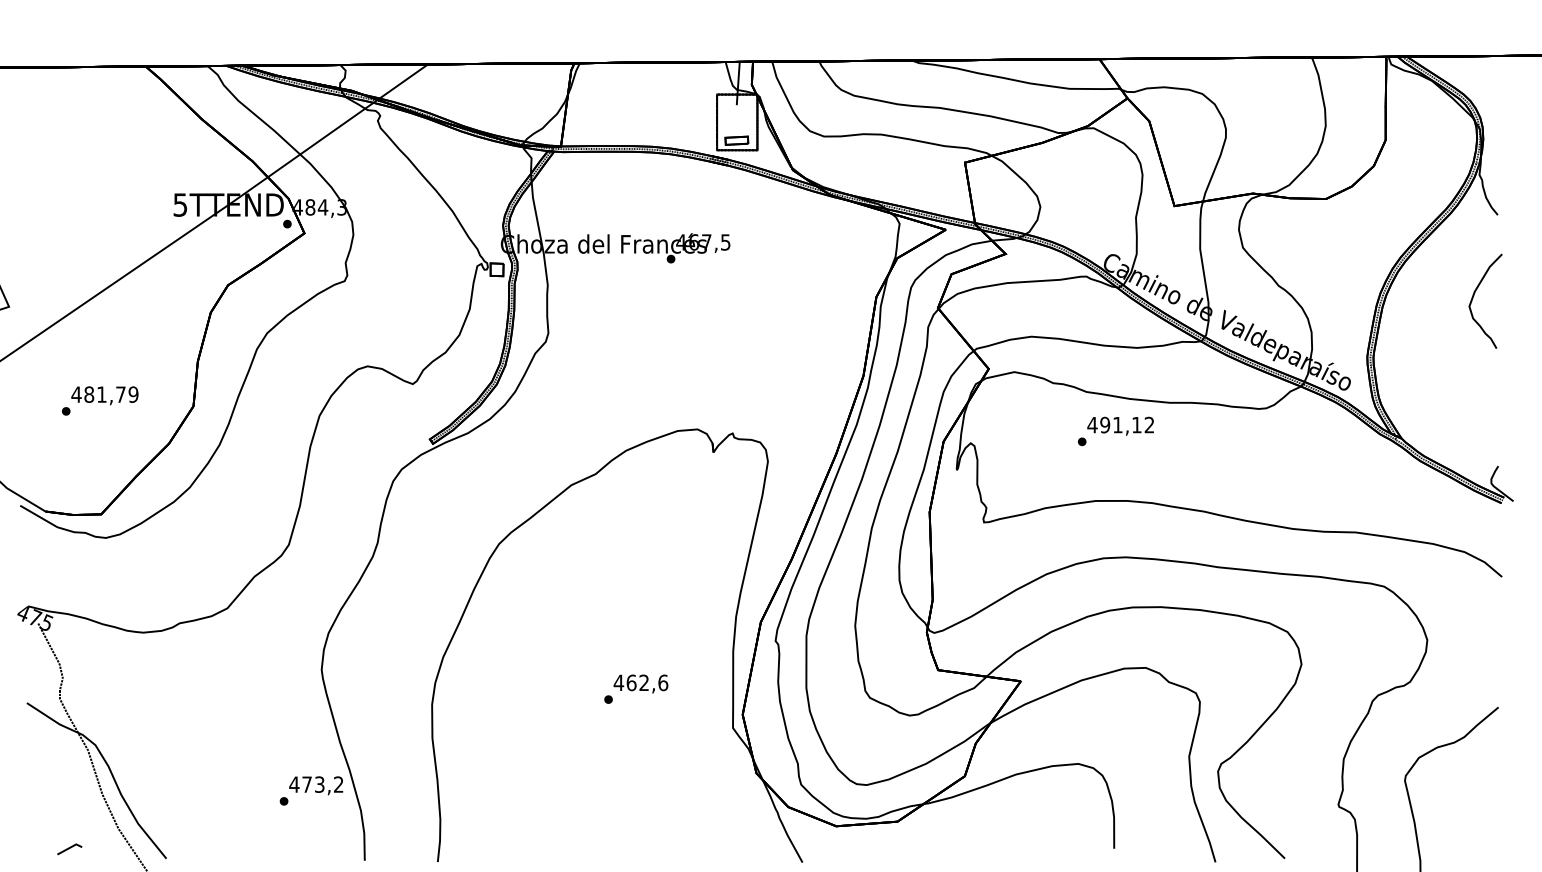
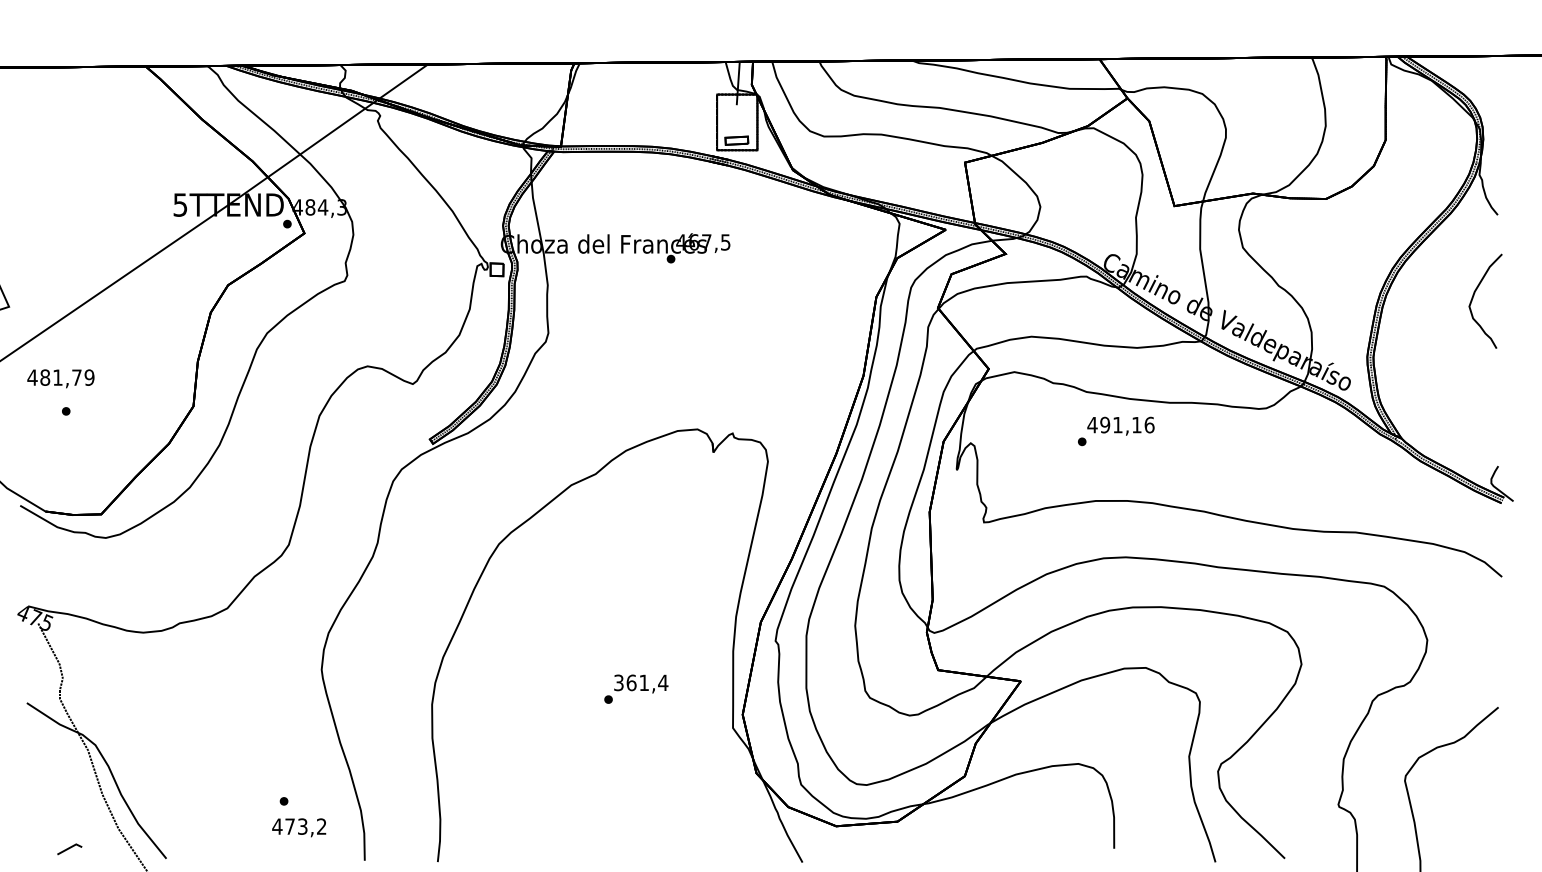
text at (104, 395) position: (104, 395) -> (60, 378)
text at (1149, 424): 491,12 -> 491,16
text at (640, 682): 462,6 -> 361,4
text at (316, 785) position: (316, 785) -> (299, 827)
